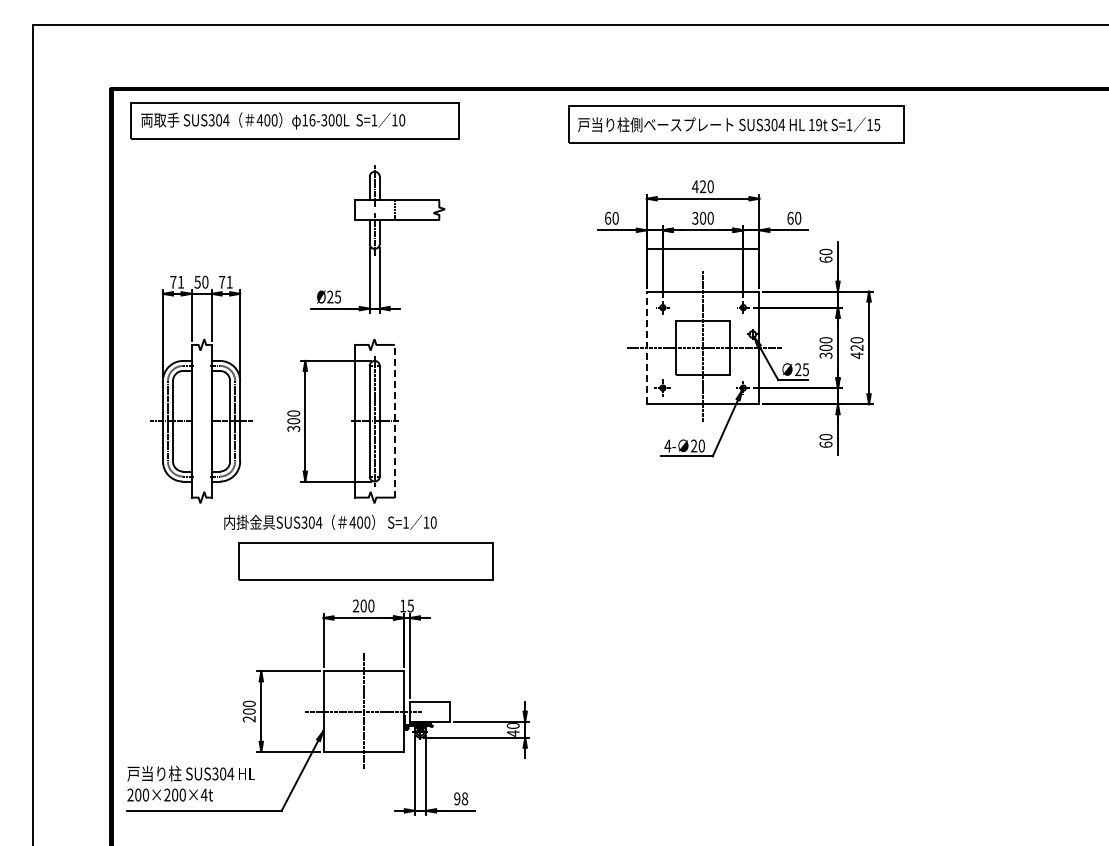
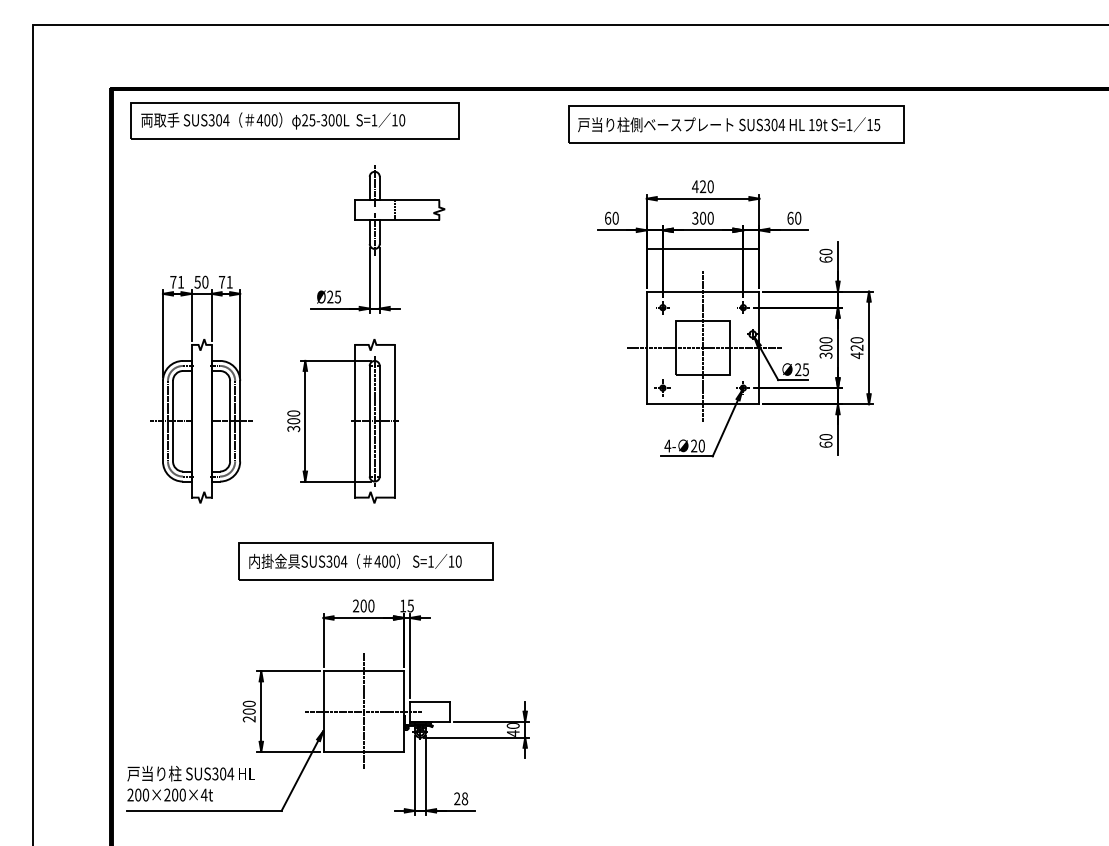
text at (308, 120): 16-300L -> 25-300L
line at (646, 347): dashed -> solid
line at (394, 420): dashed -> solid
text at (330, 521) position: (330, 521) -> (355, 560)
text at (457, 799): 98 -> 28
